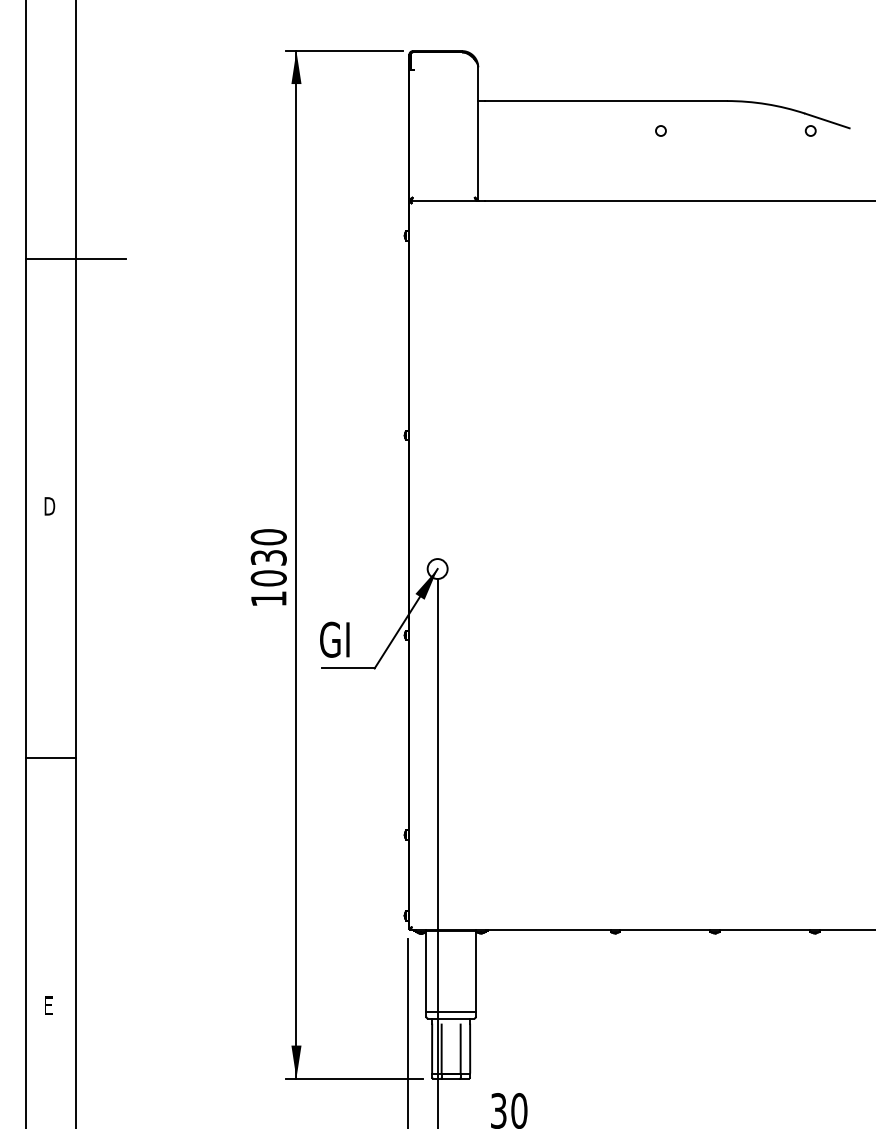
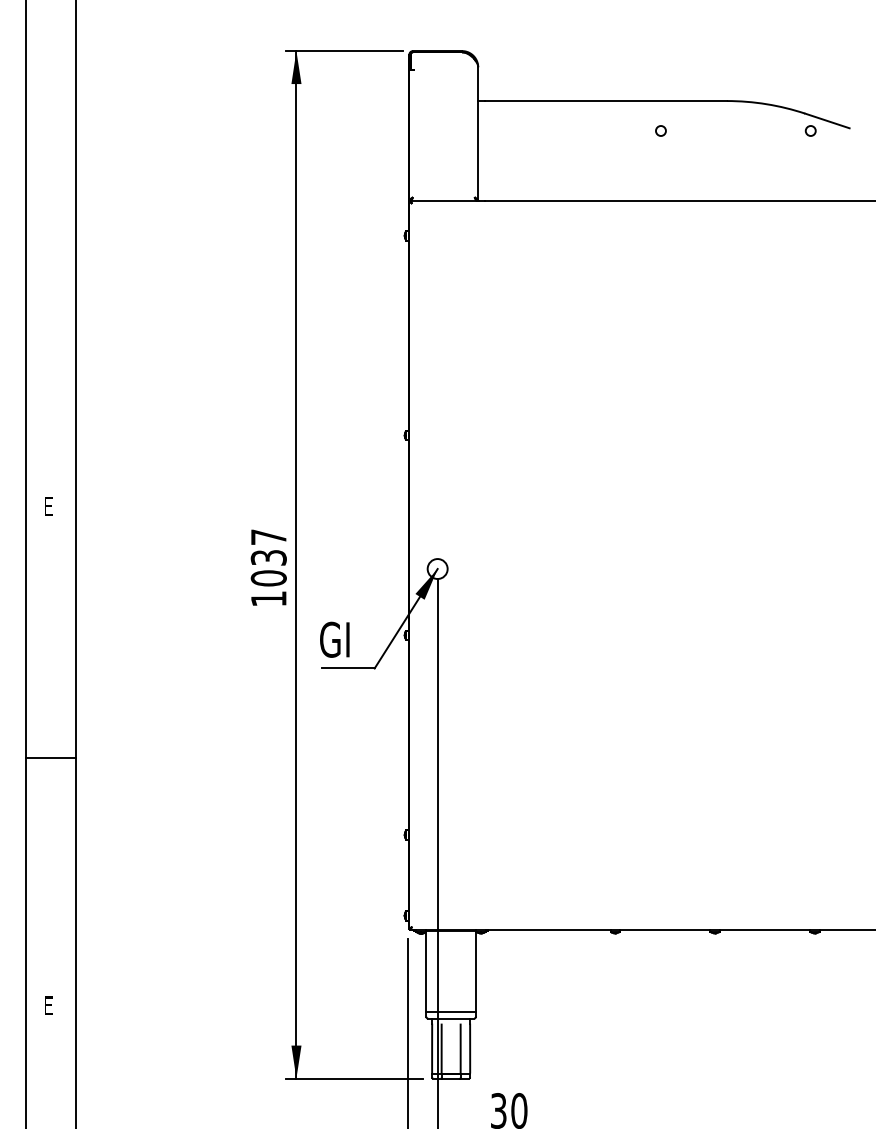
line at (76, 259): present -> none
text at (49, 506): D -> E
text at (268, 537): 1030 -> 1037
